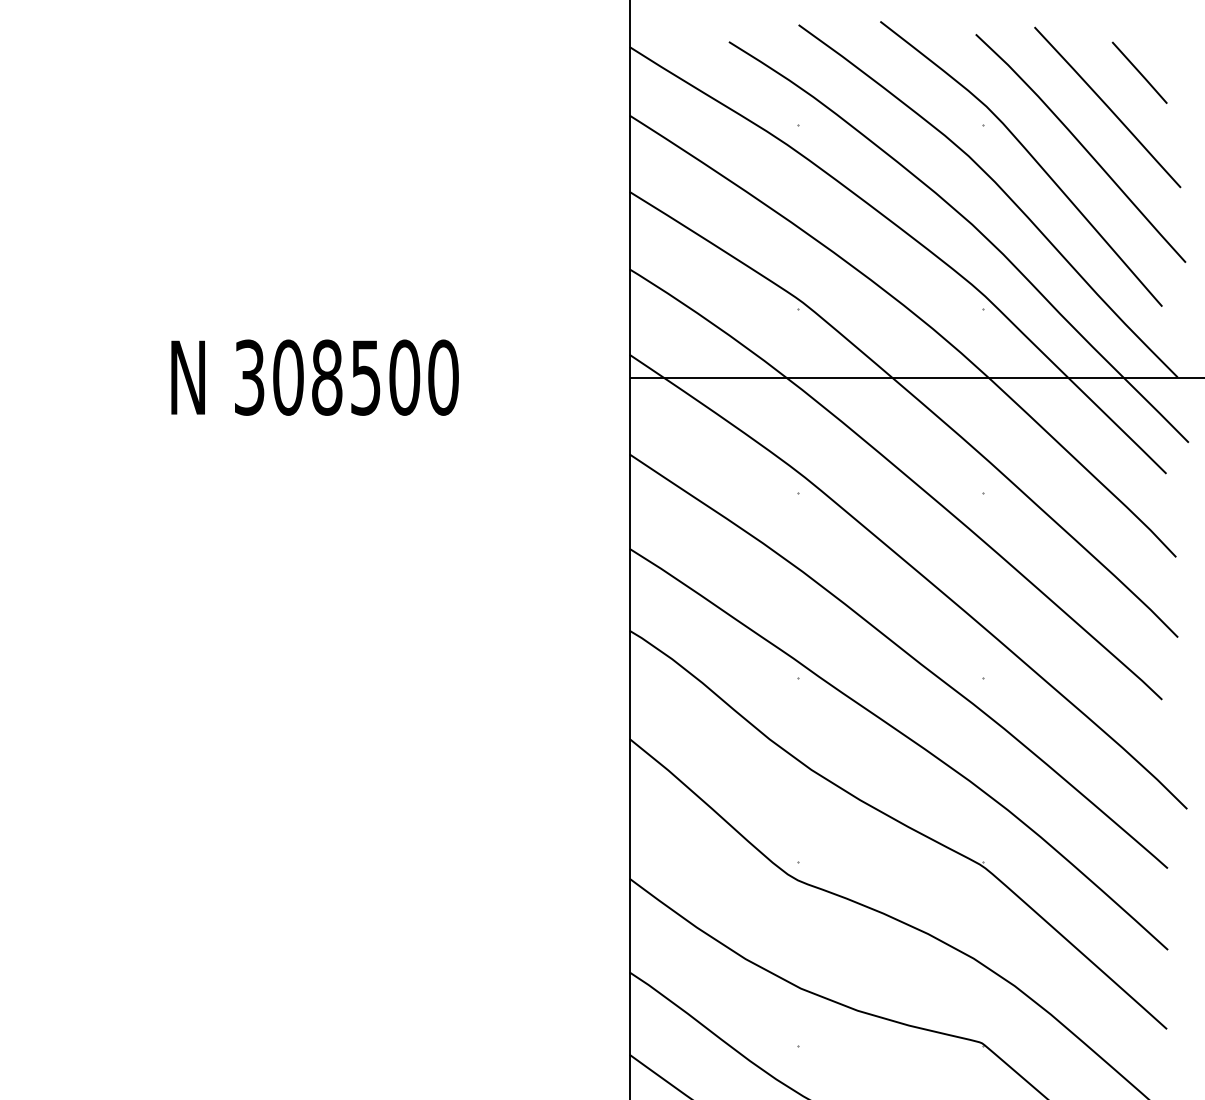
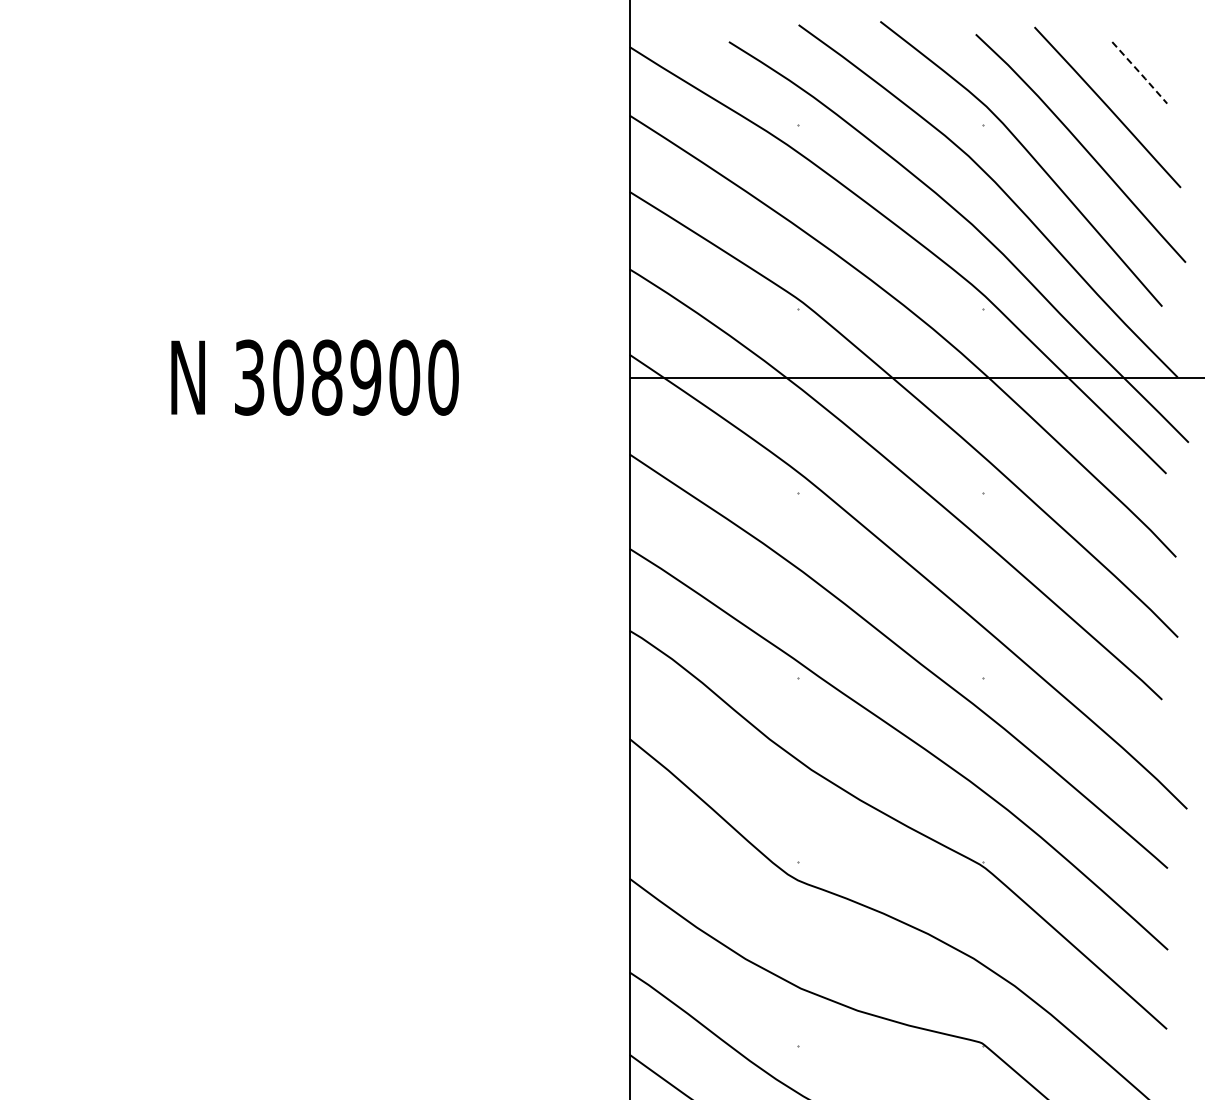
line at (1140, 73): solid -> dashed
text at (365, 377): 308500 -> 308900
